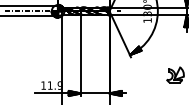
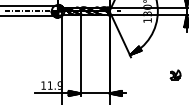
part at (175, 74) size: 19x18 px -> 13x12 px
